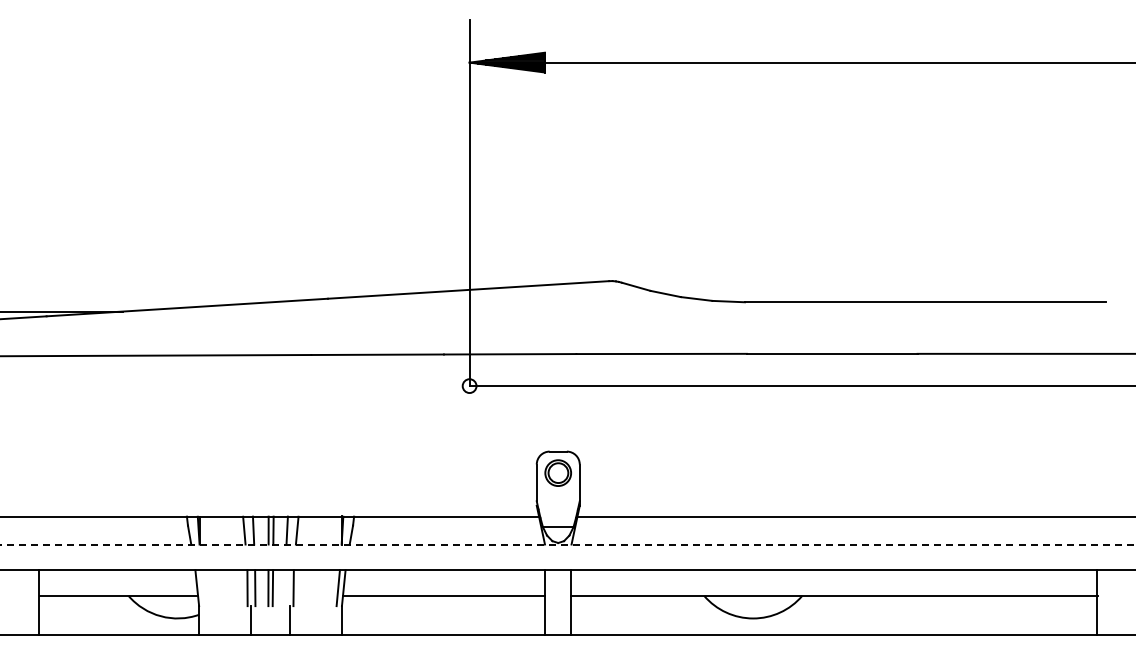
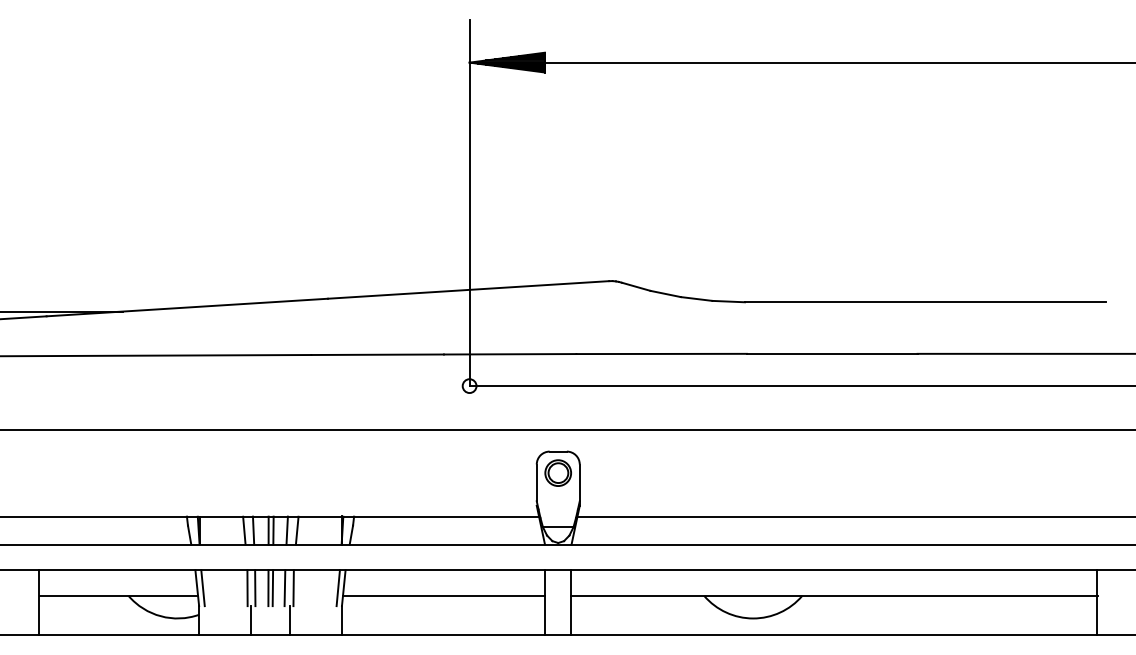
line at (567, 430): none -> present
line at (567, 544): dashed -> solid
line at (202, 588): none -> present
line at (284, 588): none -> present
